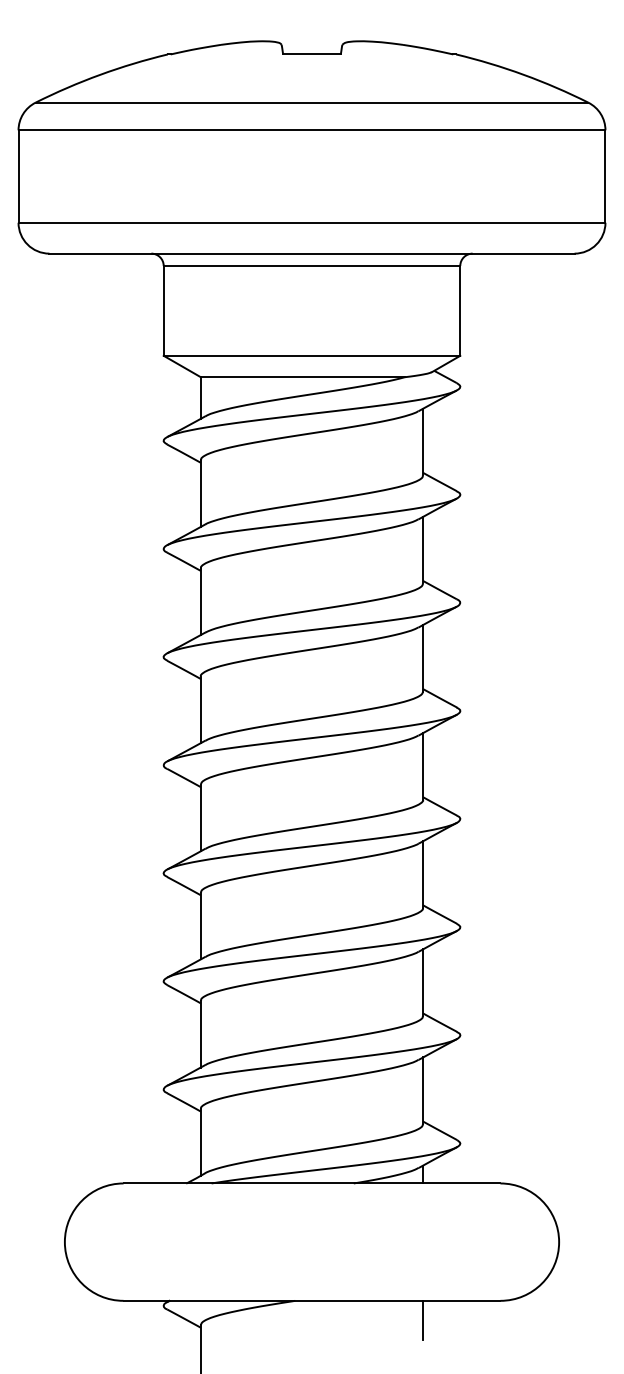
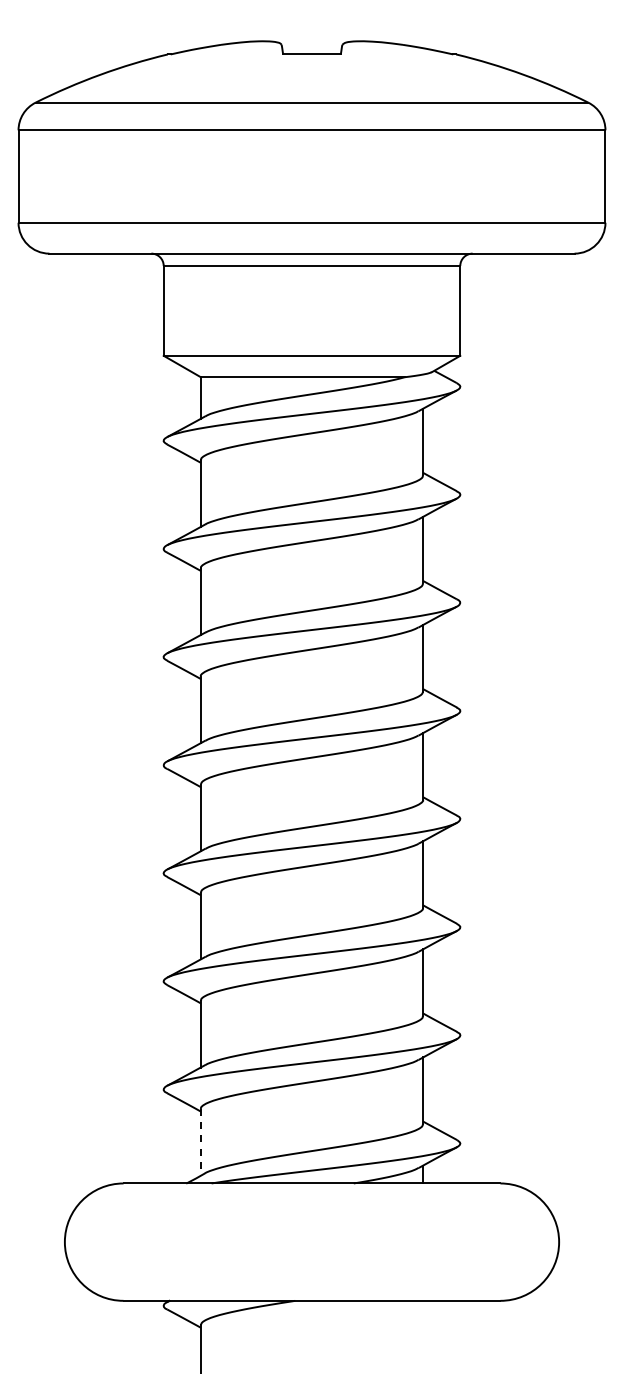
line at (200, 1142): solid -> dashed
line at (423, 1320): present -> none
